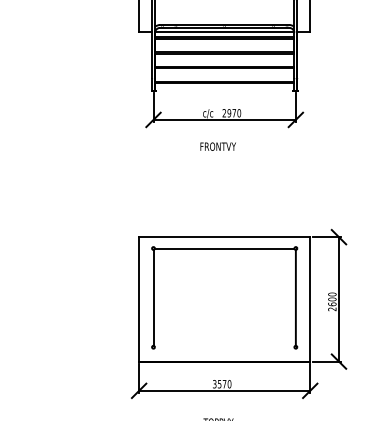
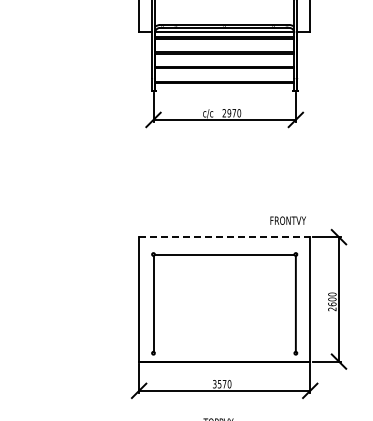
text at (217, 146) position: (217, 146) -> (287, 220)
line at (224, 237): solid -> dashed
part at (224, 249) position: (224, 249) -> (224, 255)
